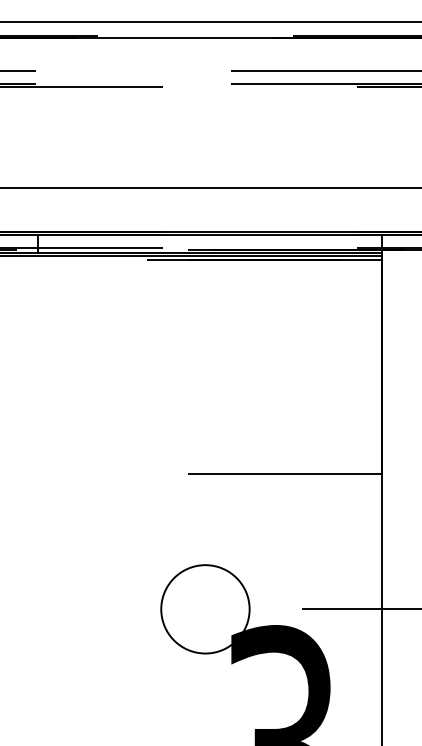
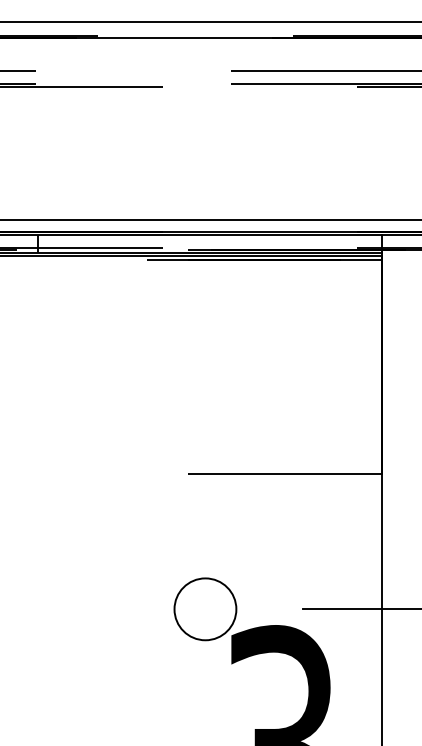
line at (210, 188) position: (210, 188) -> (210, 220)
circle at (205, 609) diameter: 88 px -> 62 px
